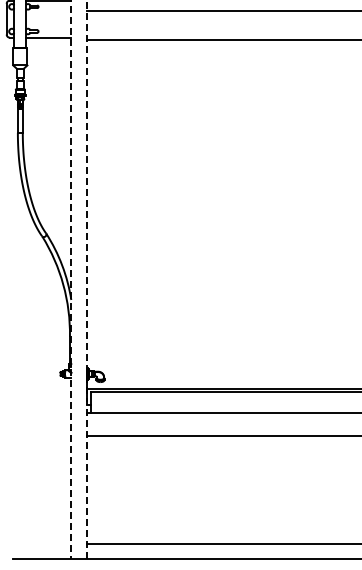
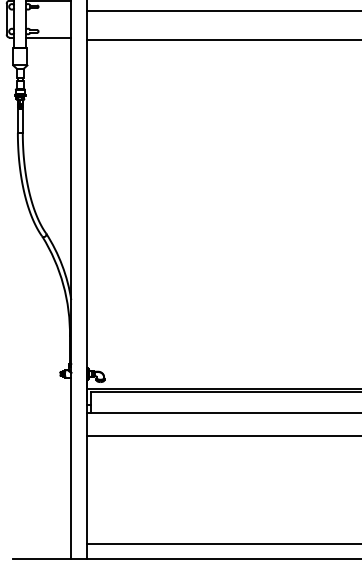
line at (86, 279): dashed -> solid
line at (71, 280): dashed -> solid
